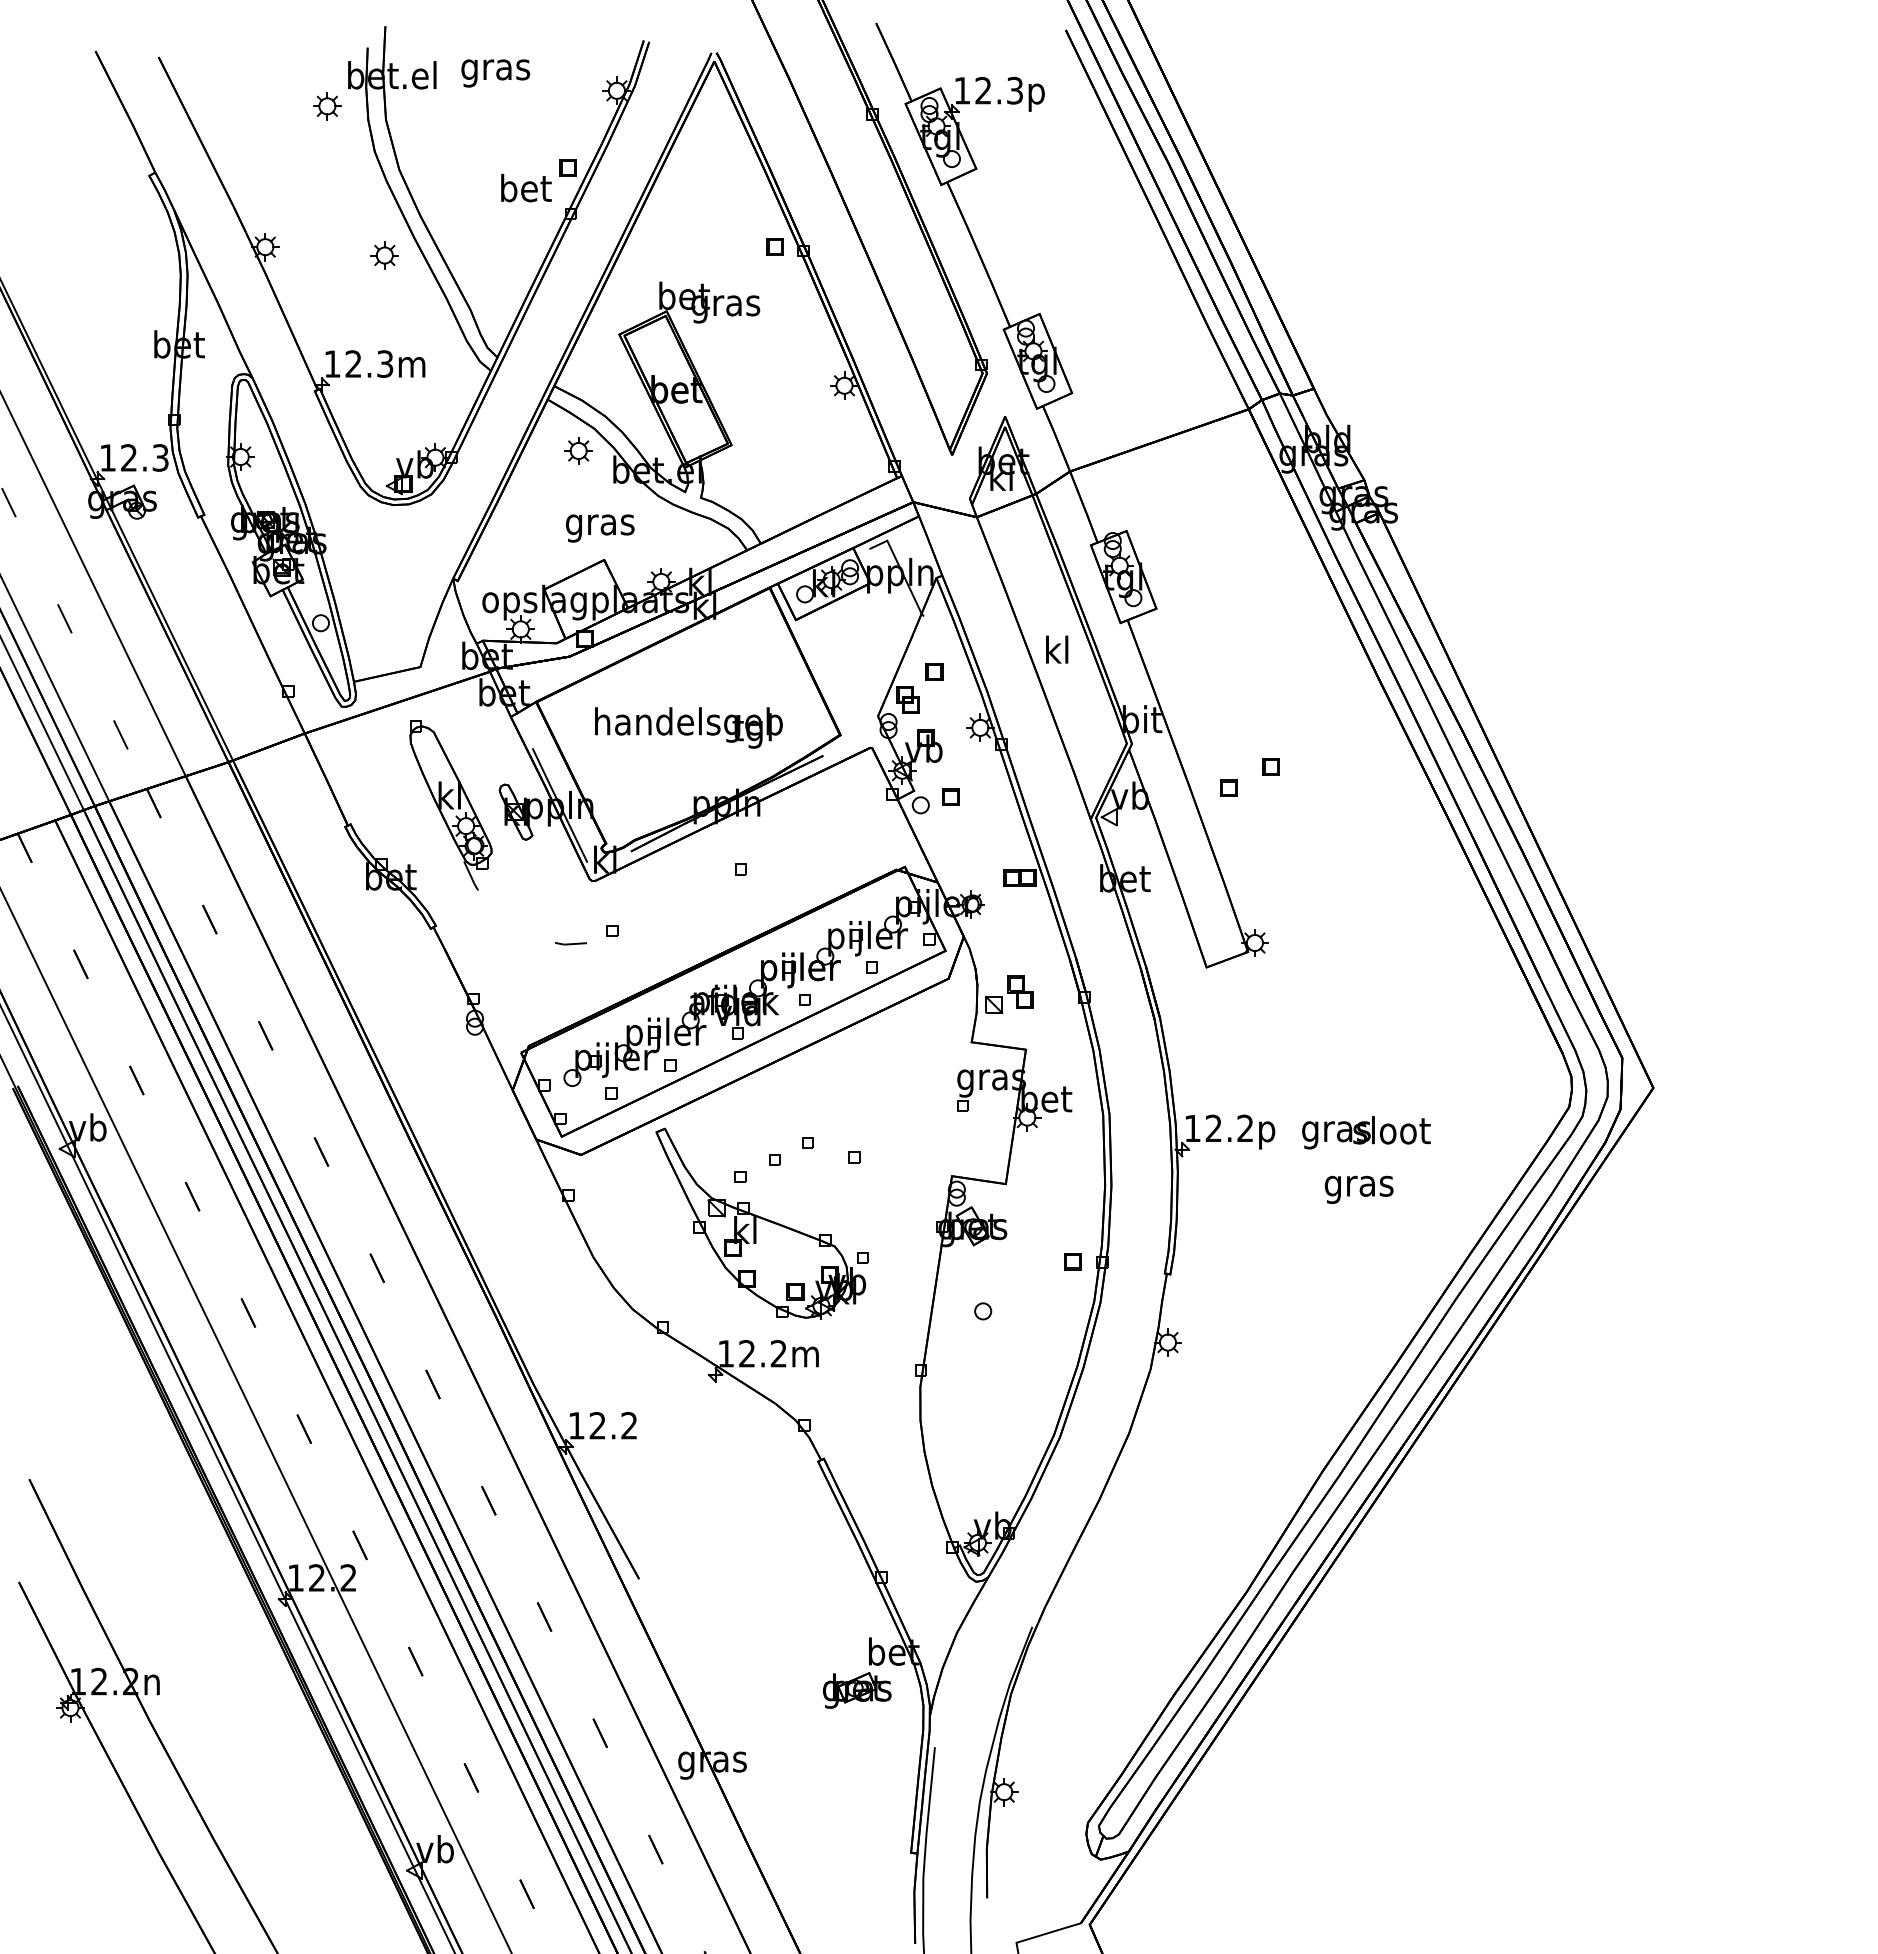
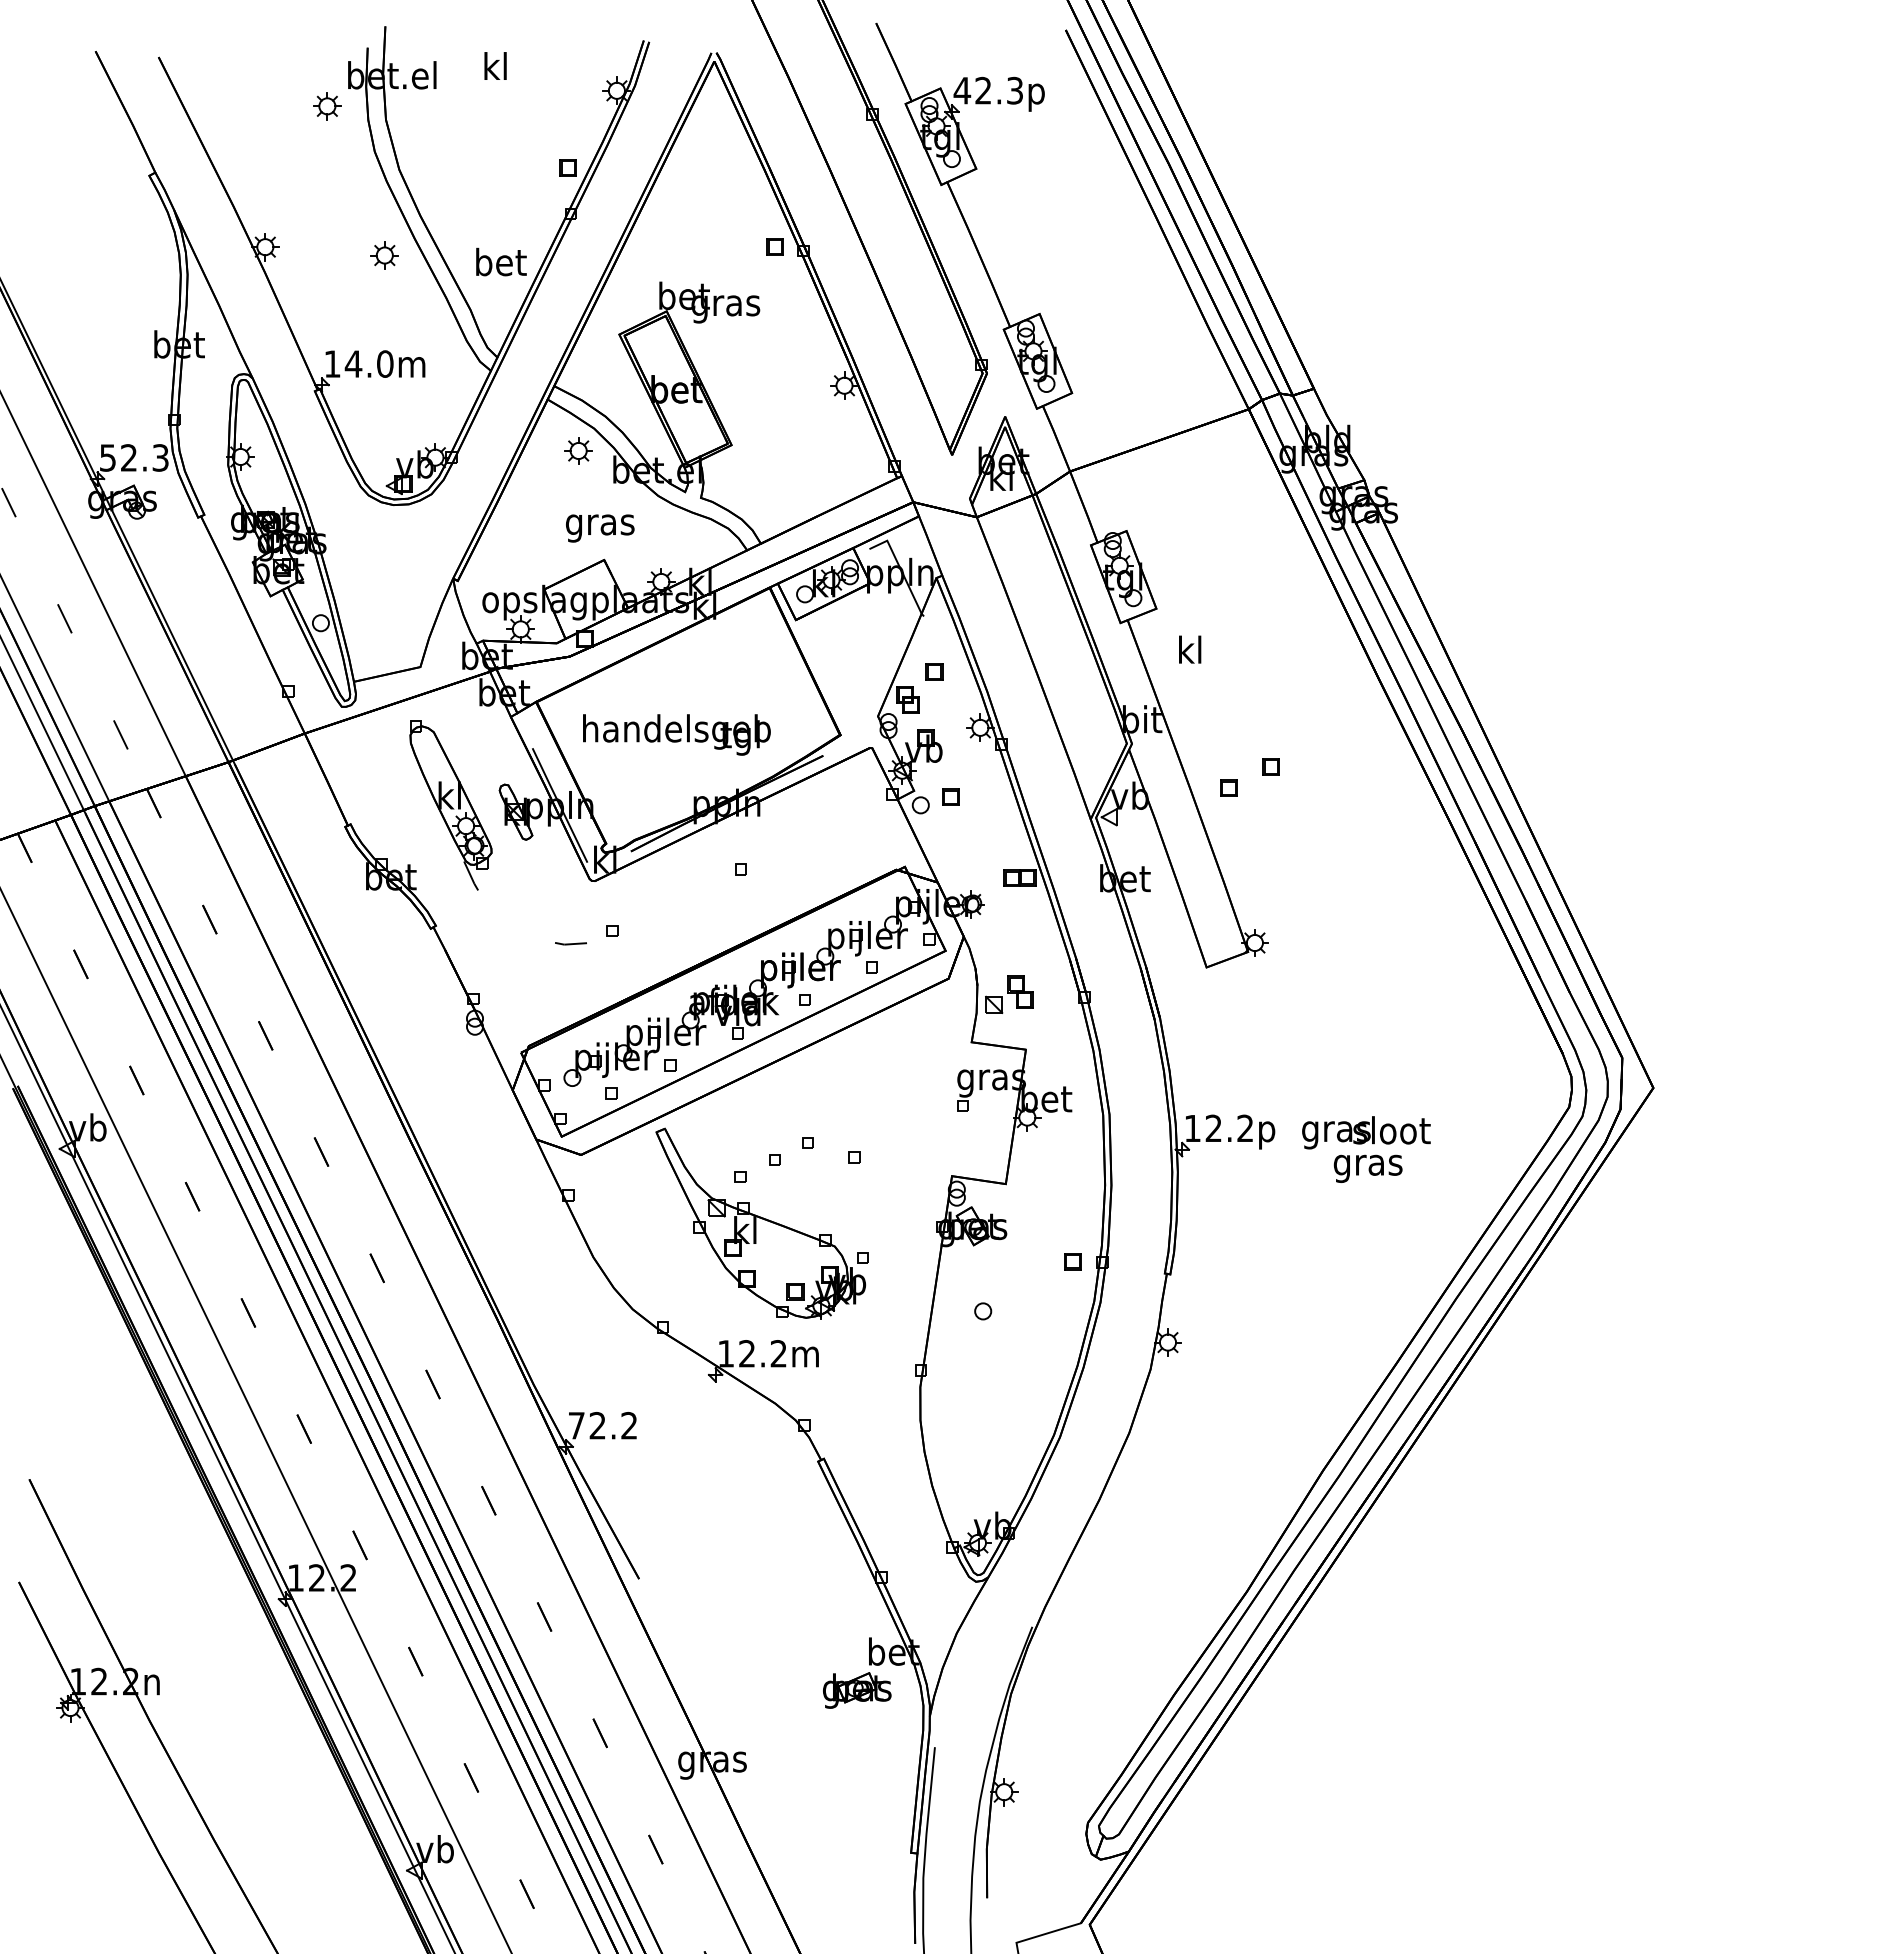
text at (495, 69): gras -> kl
text at (962, 90): 12.3p -> 42.3p
text at (526, 187) position: (526, 187) -> (501, 261)
text at (368, 363): 12.3m -> 14.0m
text at (107, 457): 12.3 -> 52.3
text at (1057, 649) position: (1057, 649) -> (1190, 649)
text at (688, 727) position: (688, 727) -> (676, 734)
text at (1358, 1189) position: (1358, 1189) -> (1367, 1168)
text at (576, 1425): 12.2 -> 72.2
